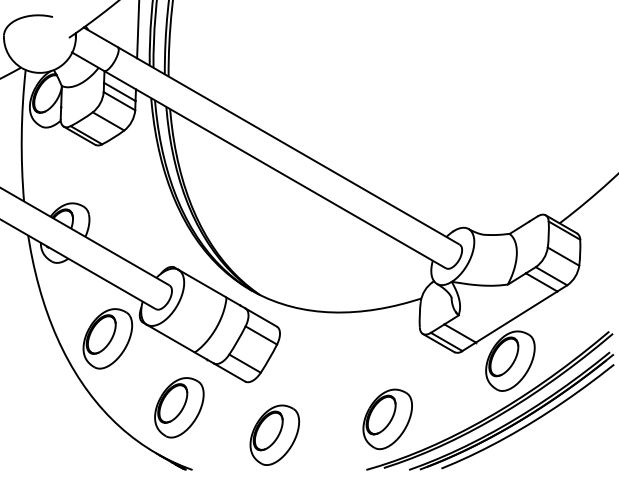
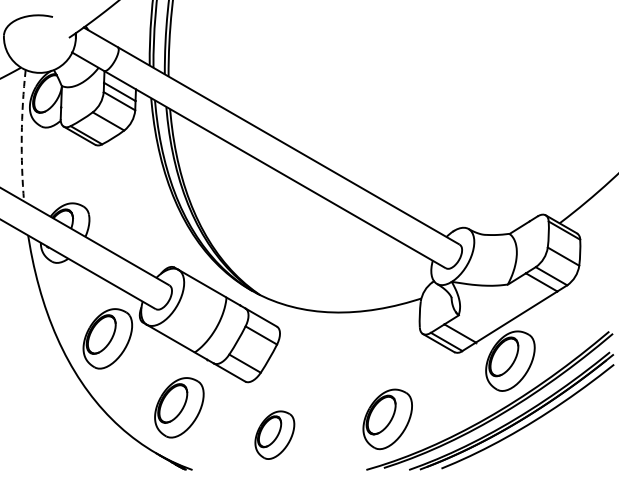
line at (138, 30): present -> none
arc at (21, 135): solid -> dashed
part at (274, 434) size: 52x62 px -> 42x50 px
